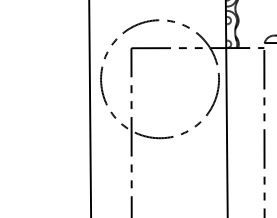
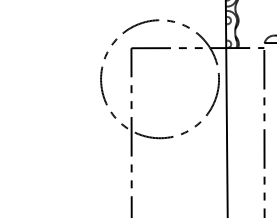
line at (90, 108): present -> none
